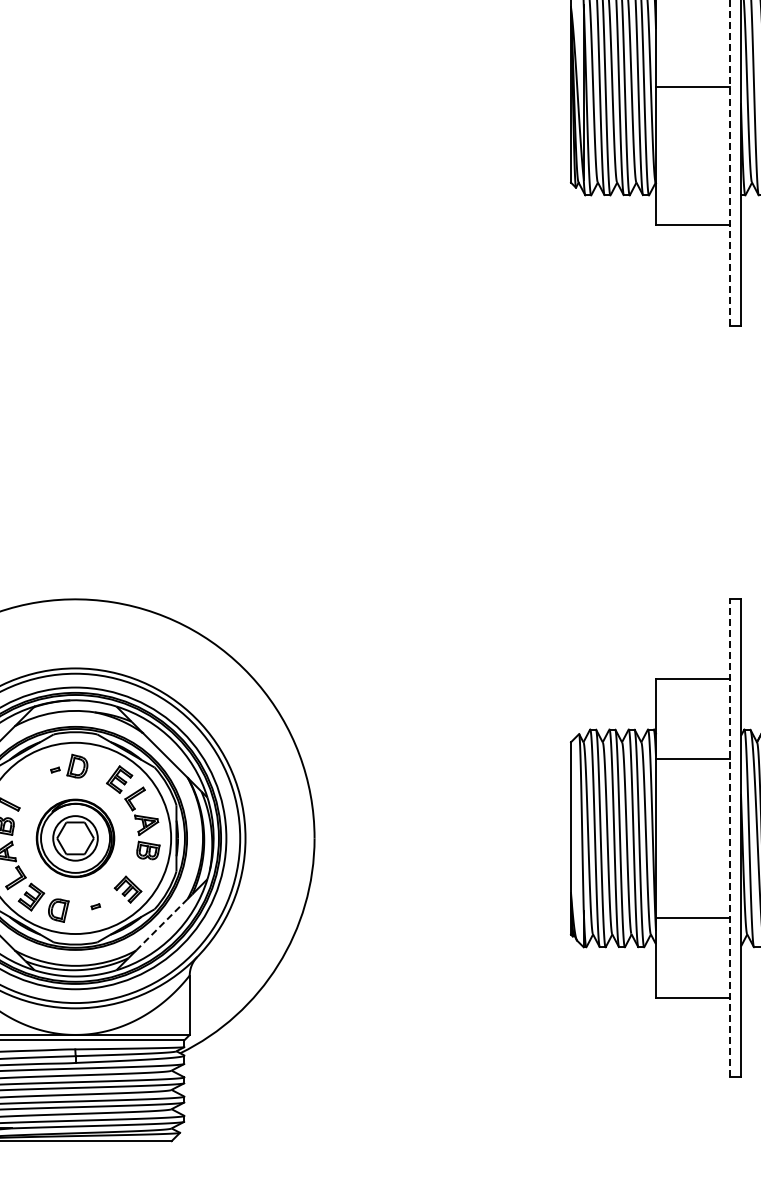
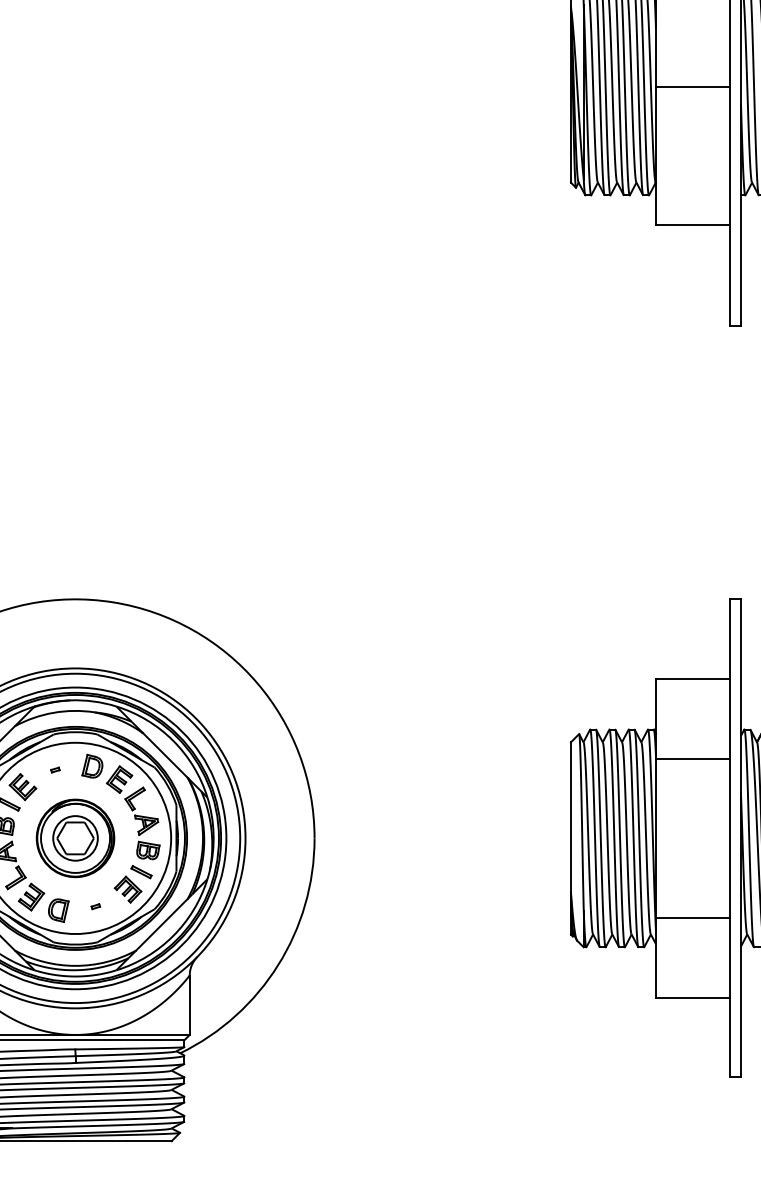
line at (730, 162): dashed -> solid
part at (77, 765) position: (77, 765) -> (92, 765)
part at (22, 787): none -> present
line at (730, 837): dashed -> solid
part at (141, 872): none -> present
line at (161, 925): dashed -> solid
